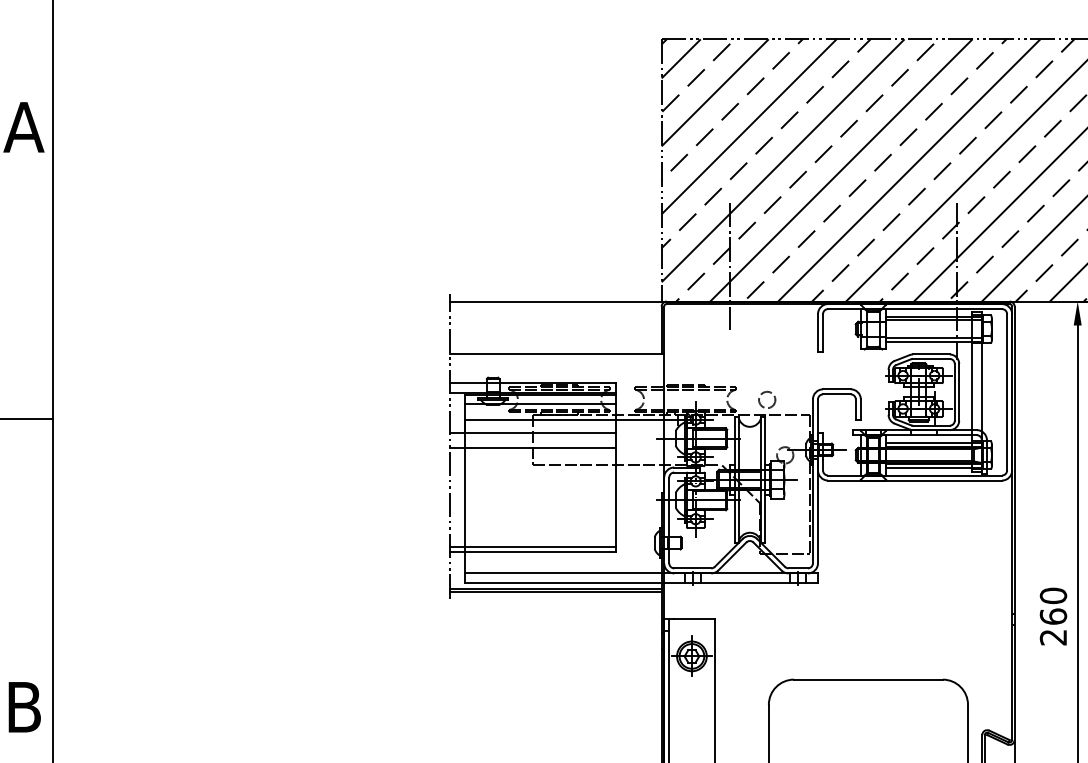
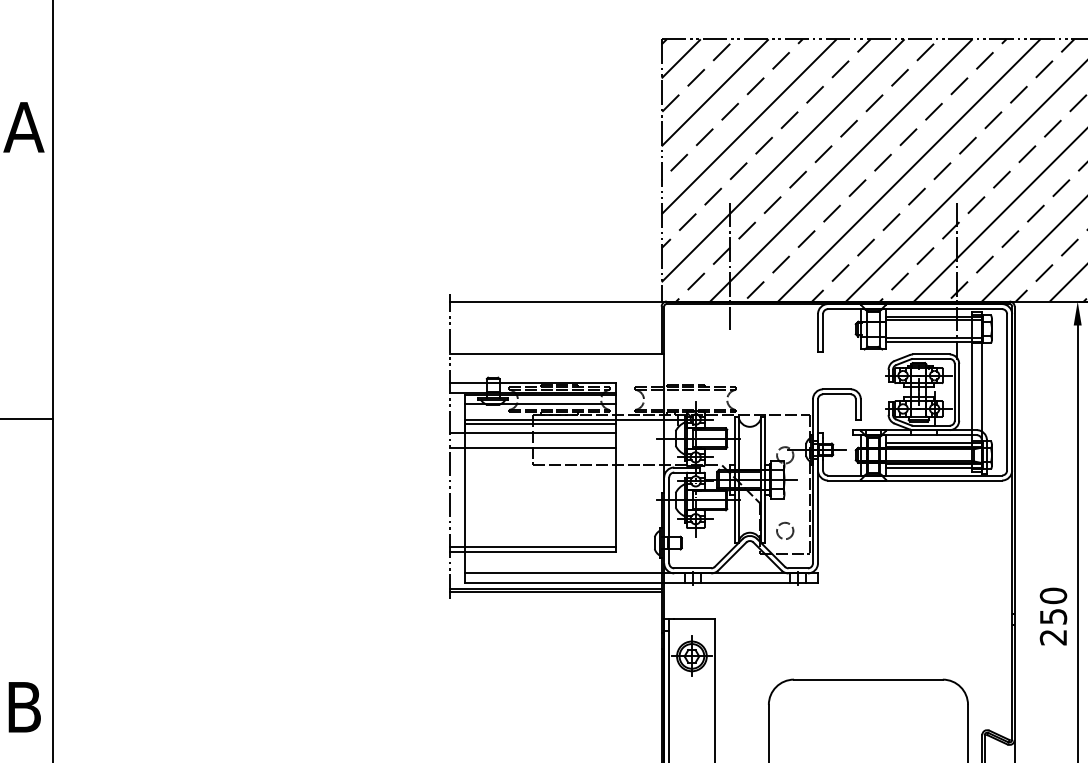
circle at (767, 399) position: (767, 399) -> (785, 530)
line at (540, 424): none -> present
text at (1053, 616): 260 -> 250
